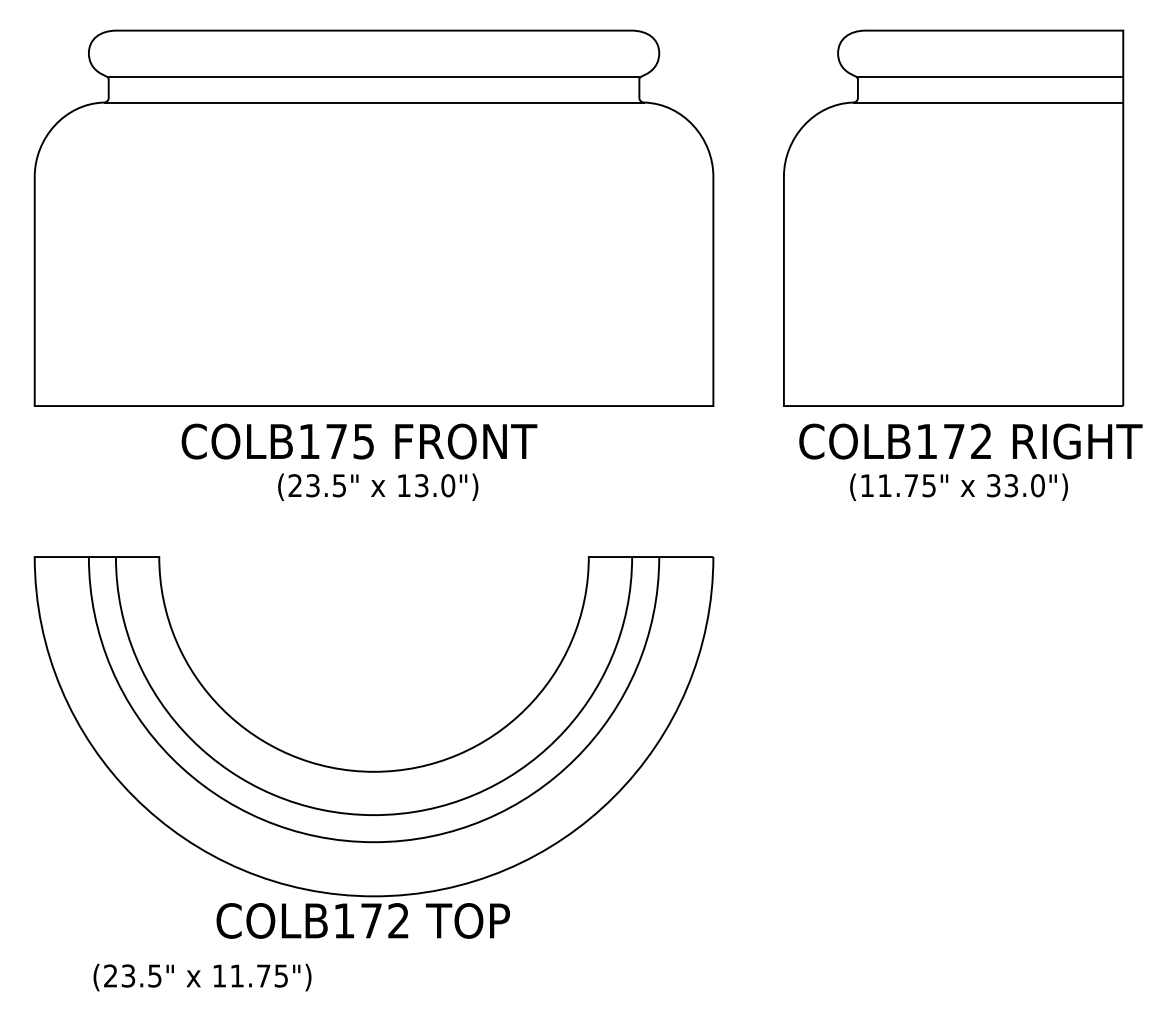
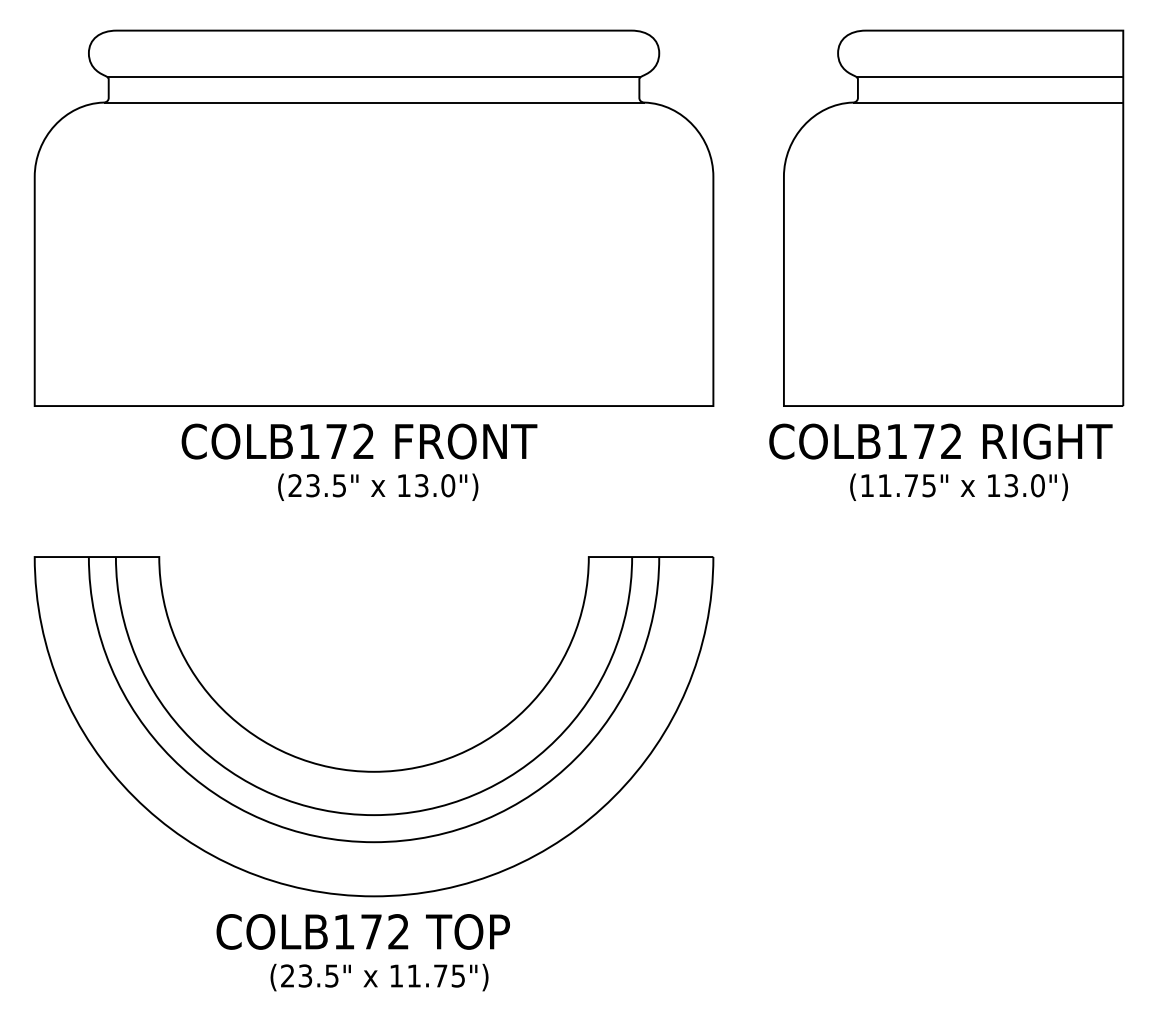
text at (363, 441): COLB175 -> COLB172
text at (970, 441) position: (970, 441) -> (940, 441)
text at (993, 485): 33.0") -> 13.0")
text at (362, 920) position: (362, 920) -> (362, 931)
text at (202, 977) position: (202, 977) -> (379, 977)
